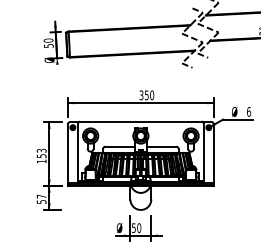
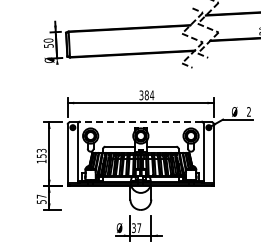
text at (149, 95): 350 -> 384
text at (249, 111): 6 -> 2
line at (140, 121): solid -> dashed
text at (136, 228): 50 -> 37
